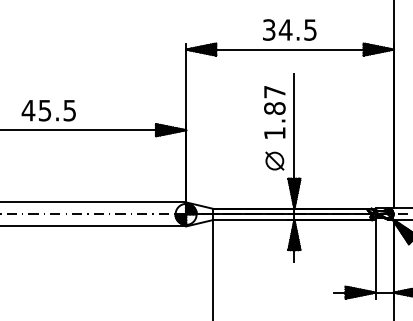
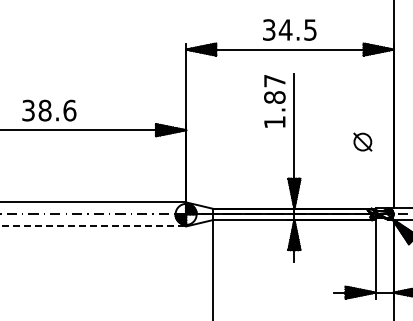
text at (48, 110): 45.5 -> 38.6
text at (274, 112) position: (274, 112) -> (274, 101)
part at (274, 160) position: (274, 160) -> (362, 141)
line at (93, 226): solid -> dashed
